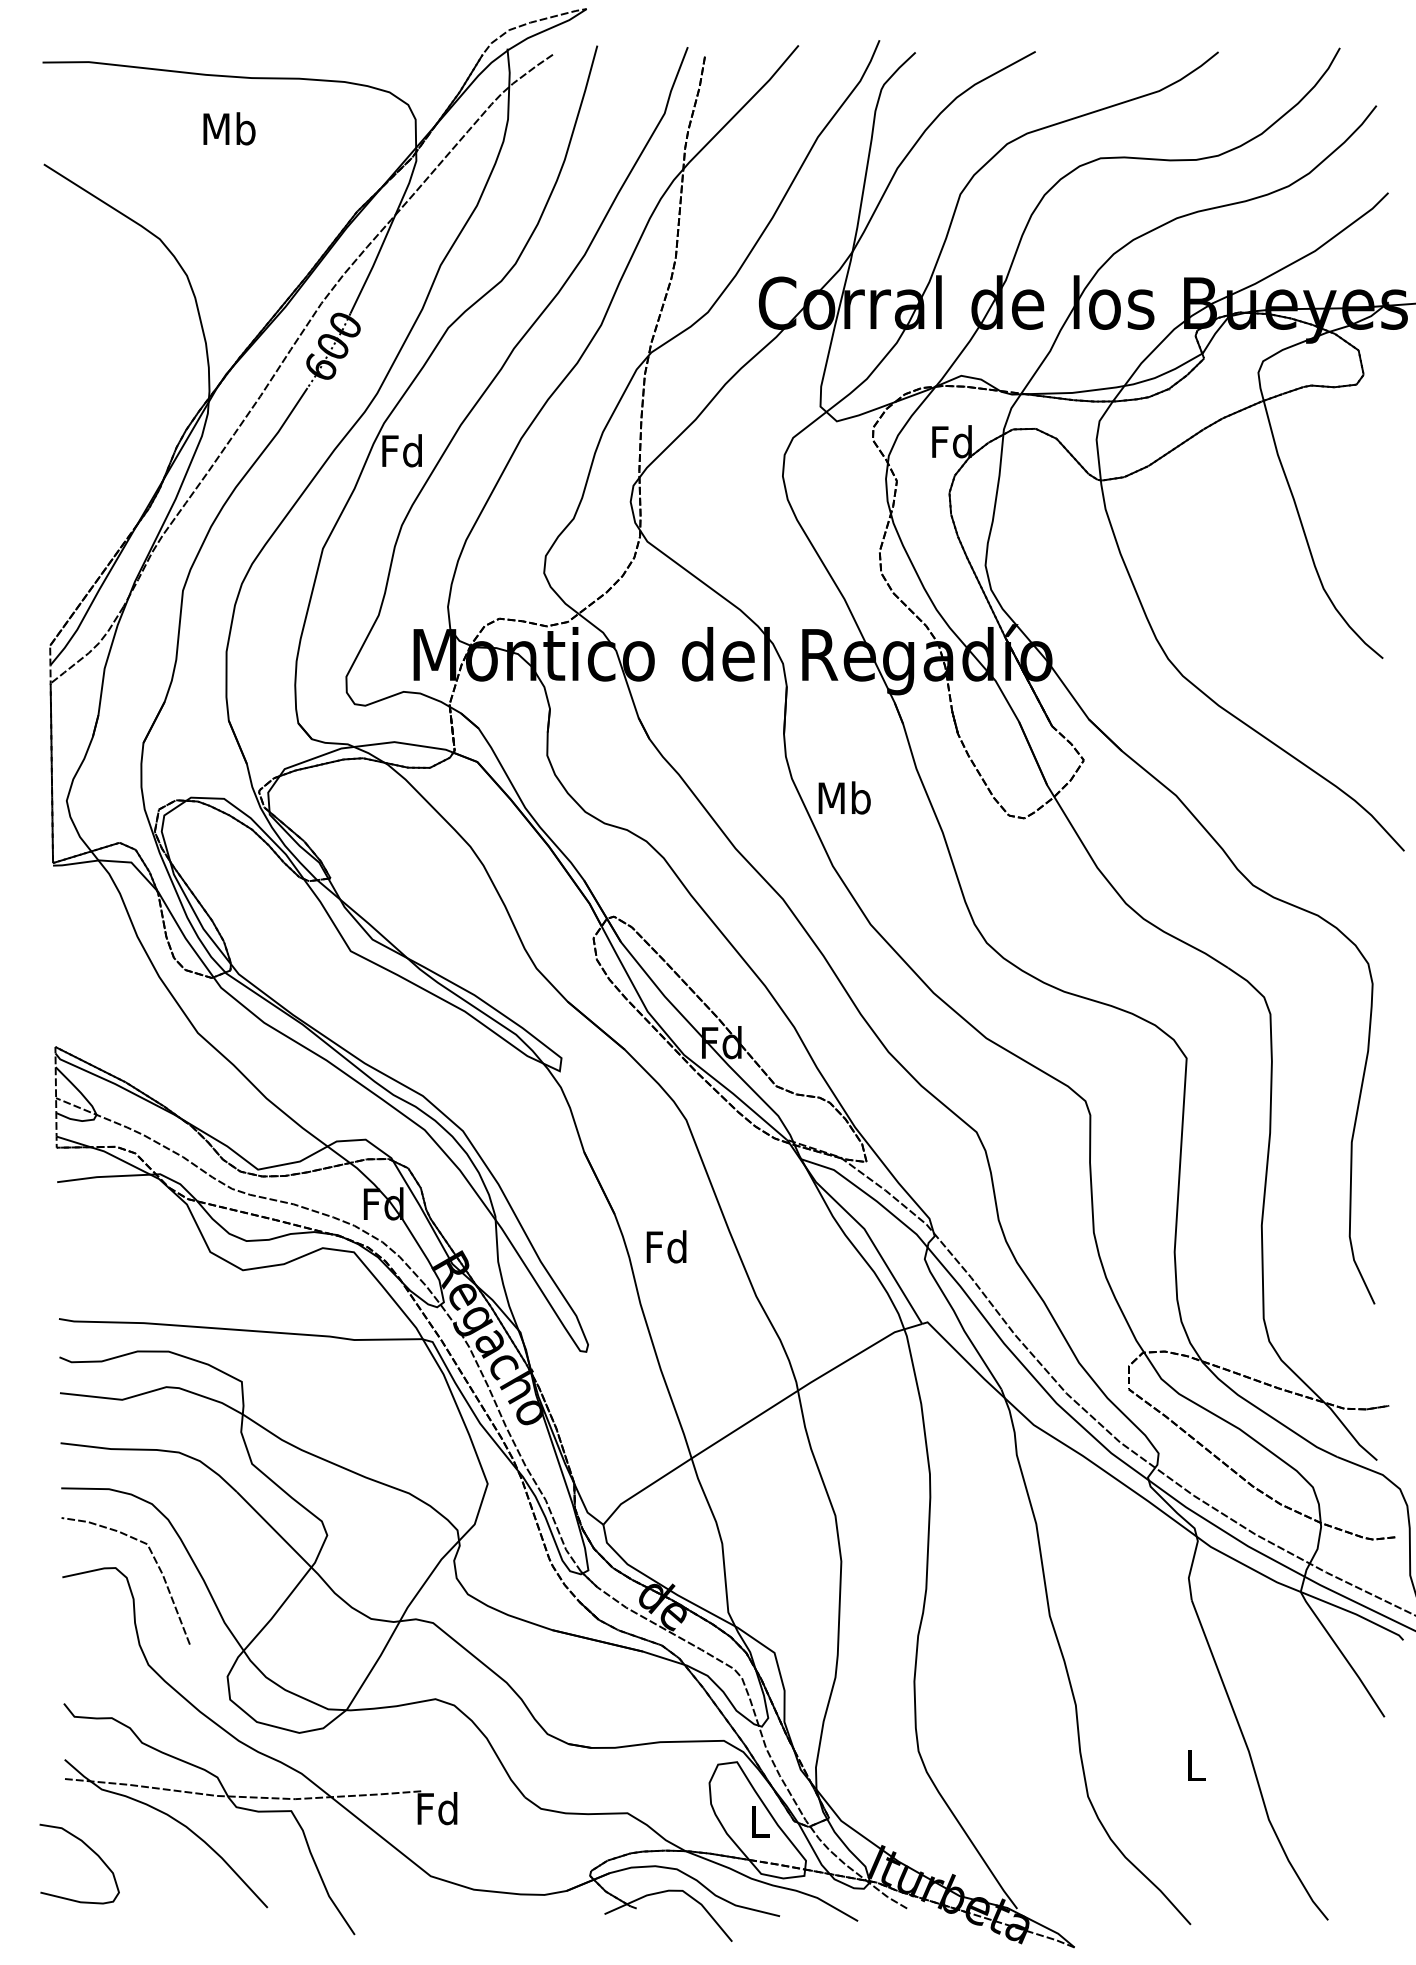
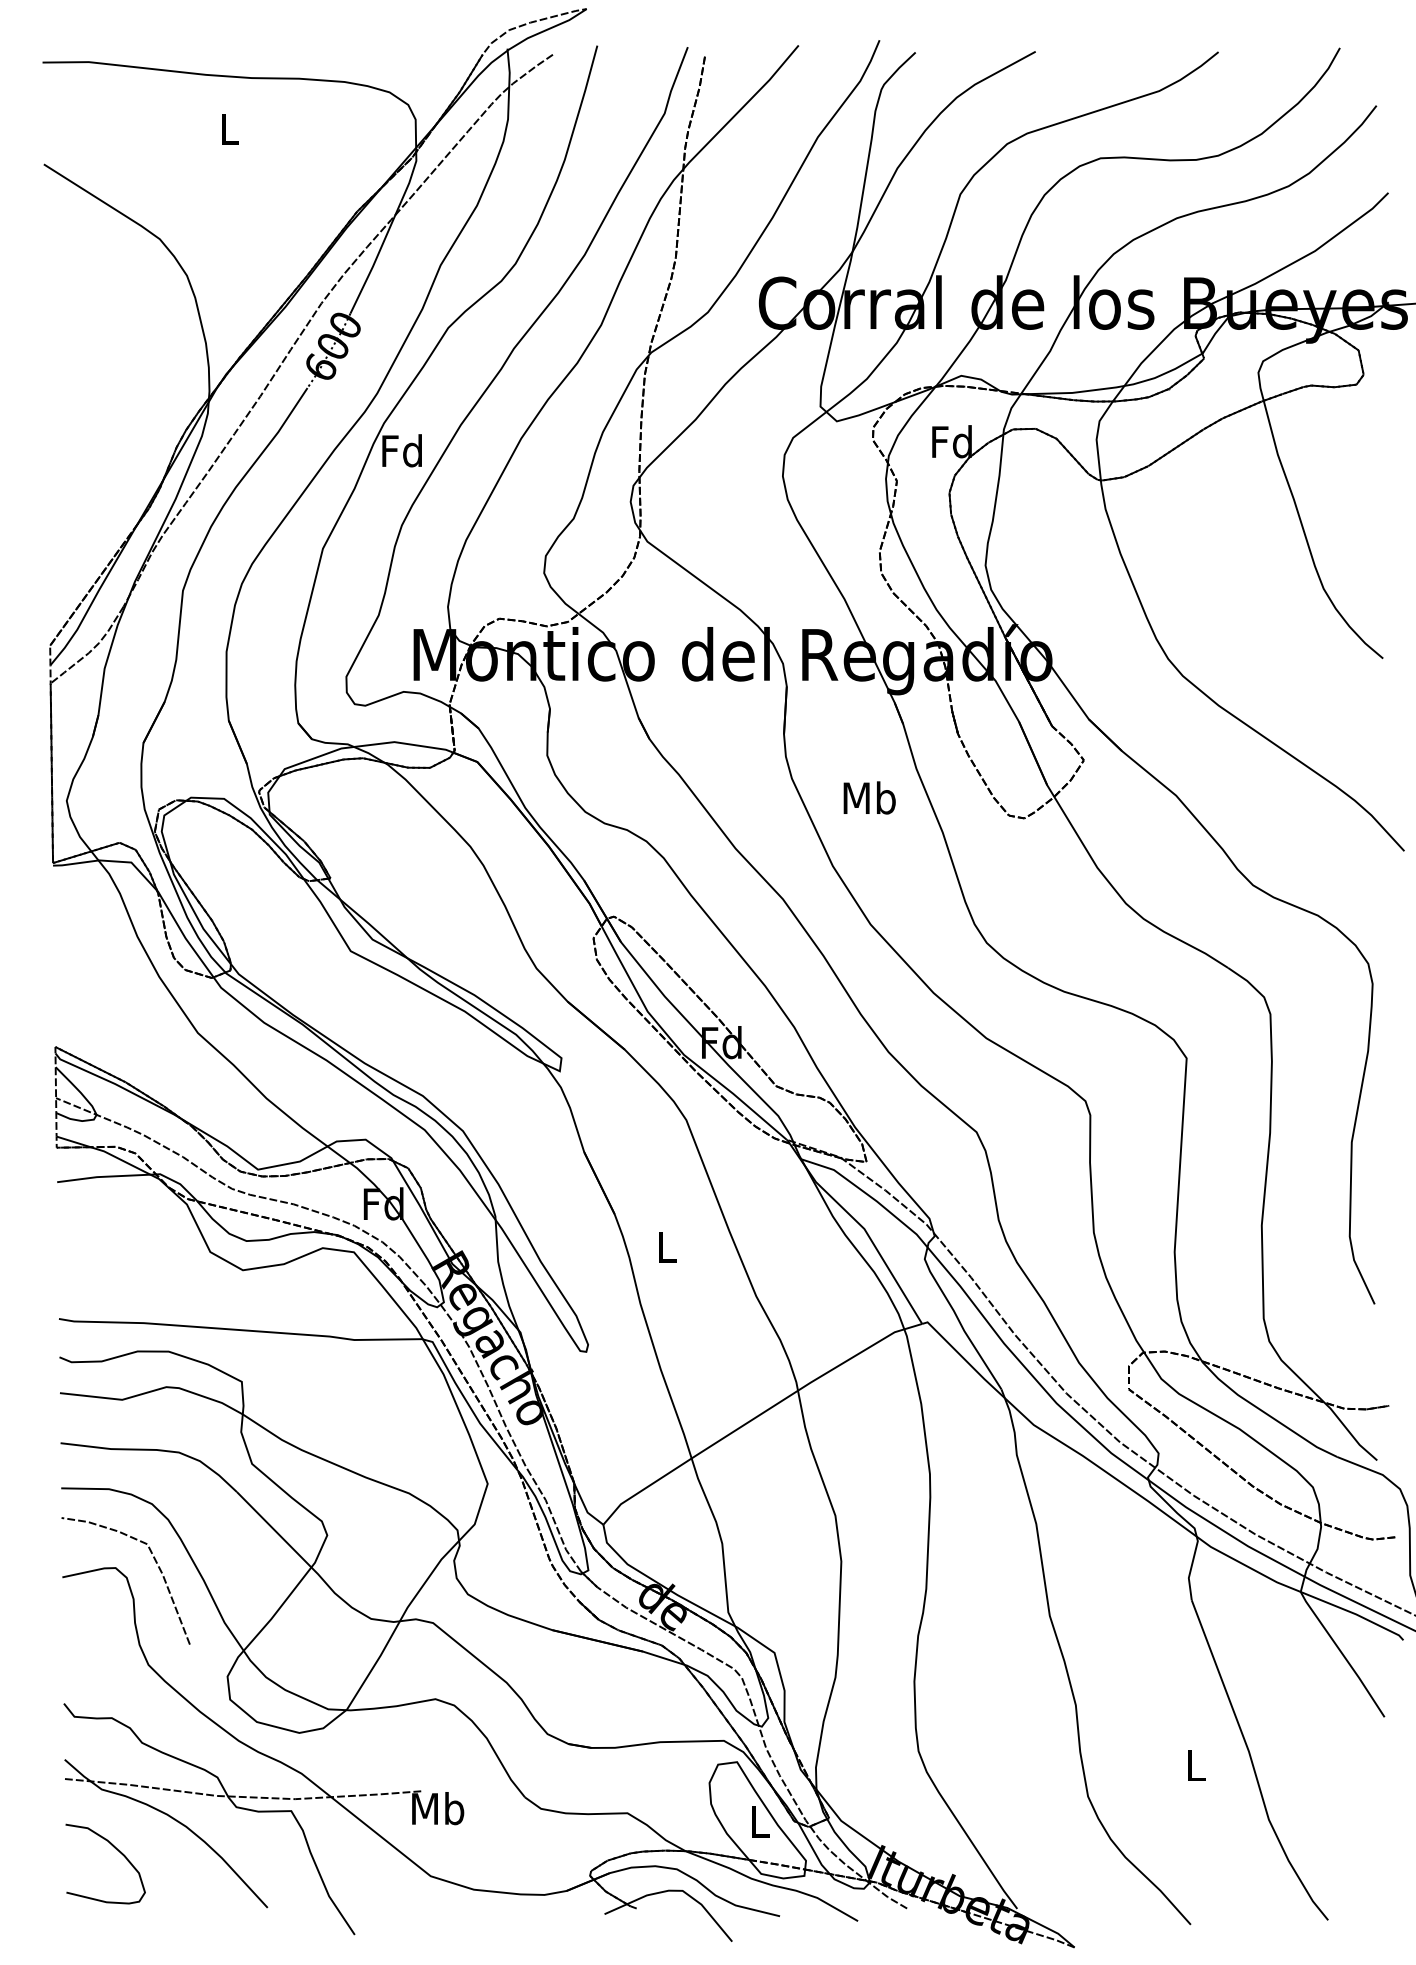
text at (229, 128): Mb -> L
text at (844, 797) position: (844, 797) -> (869, 797)
text at (666, 1246): Fd -> L
text at (438, 1808): Fd -> Mb
curve at (89, 1849) position: (89, 1849) -> (115, 1849)
